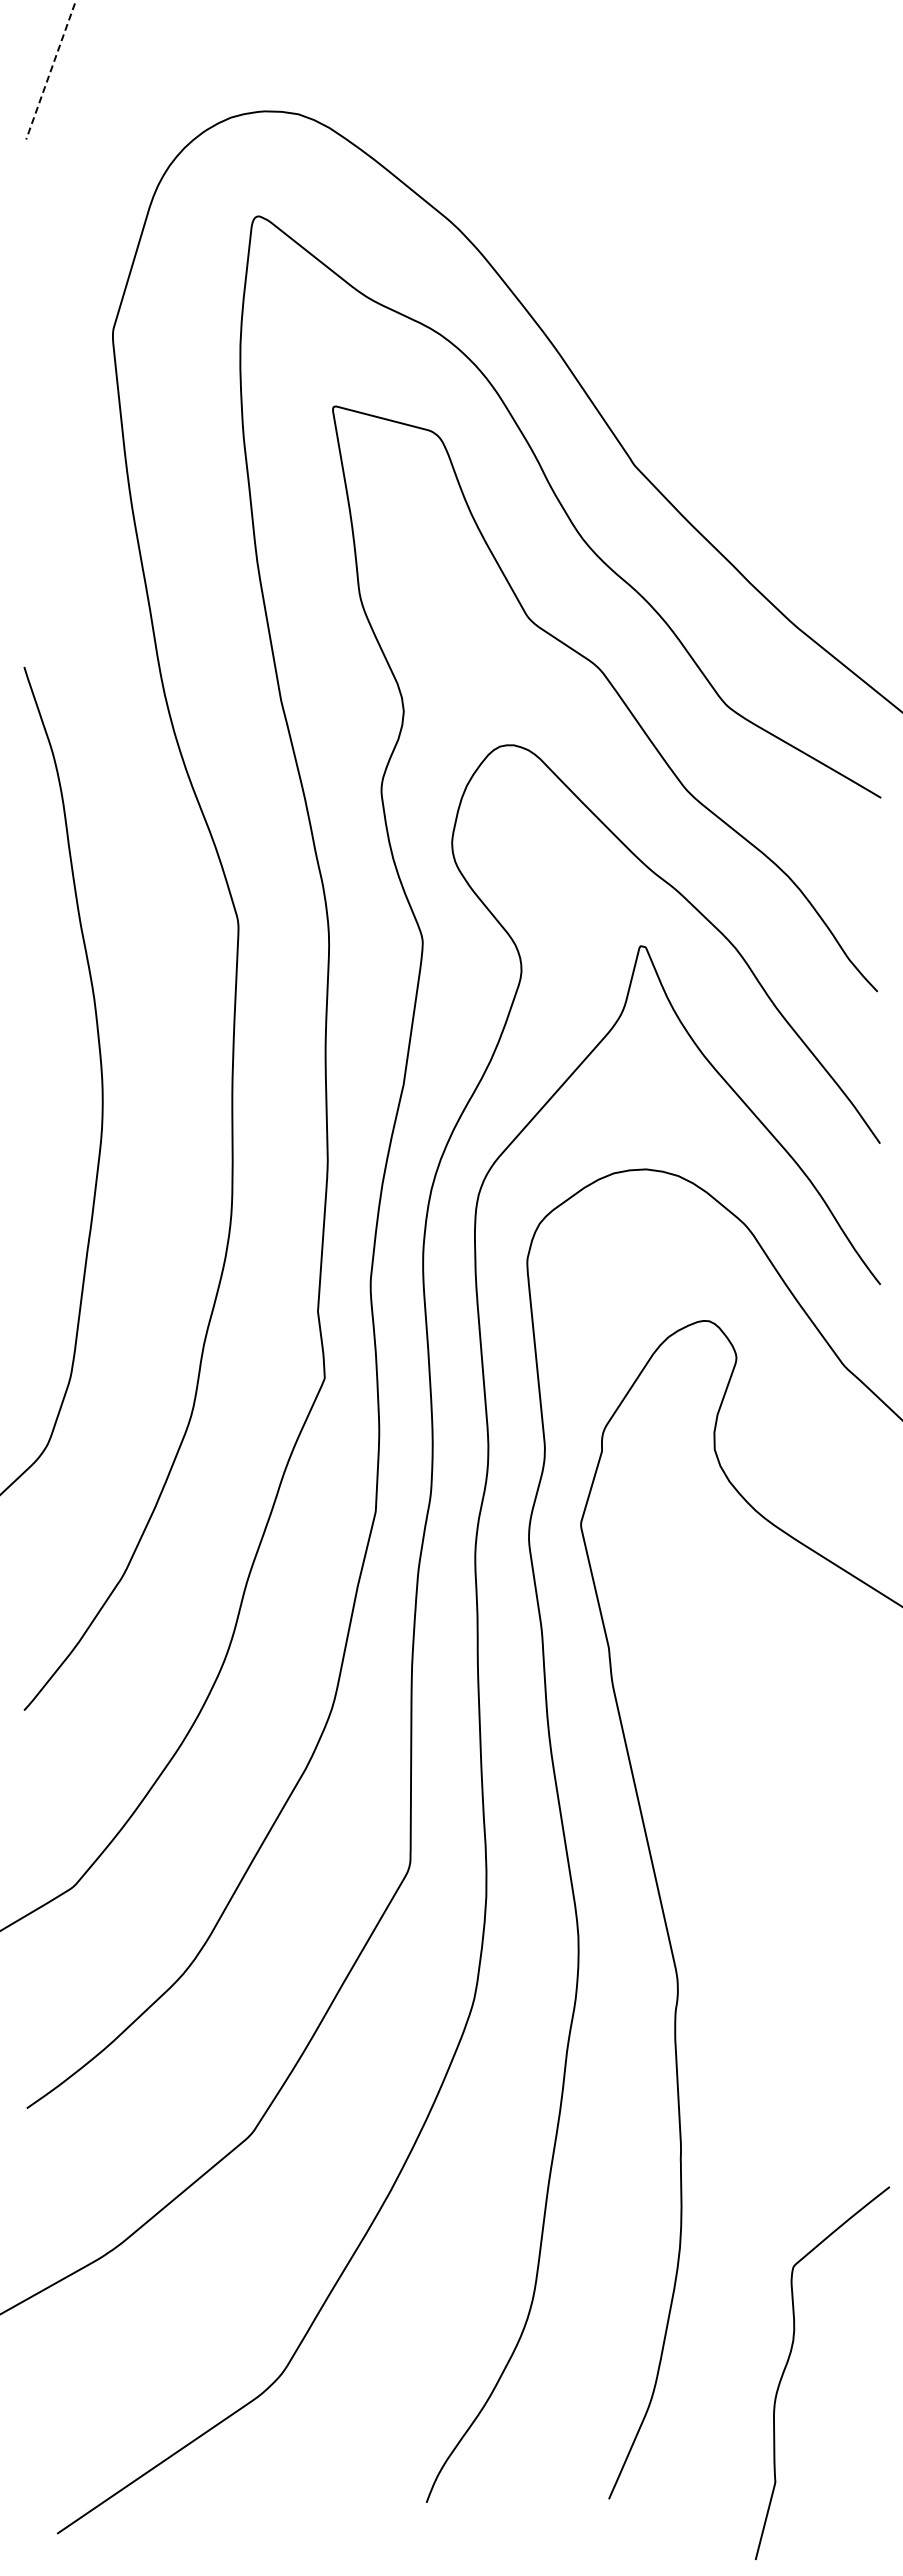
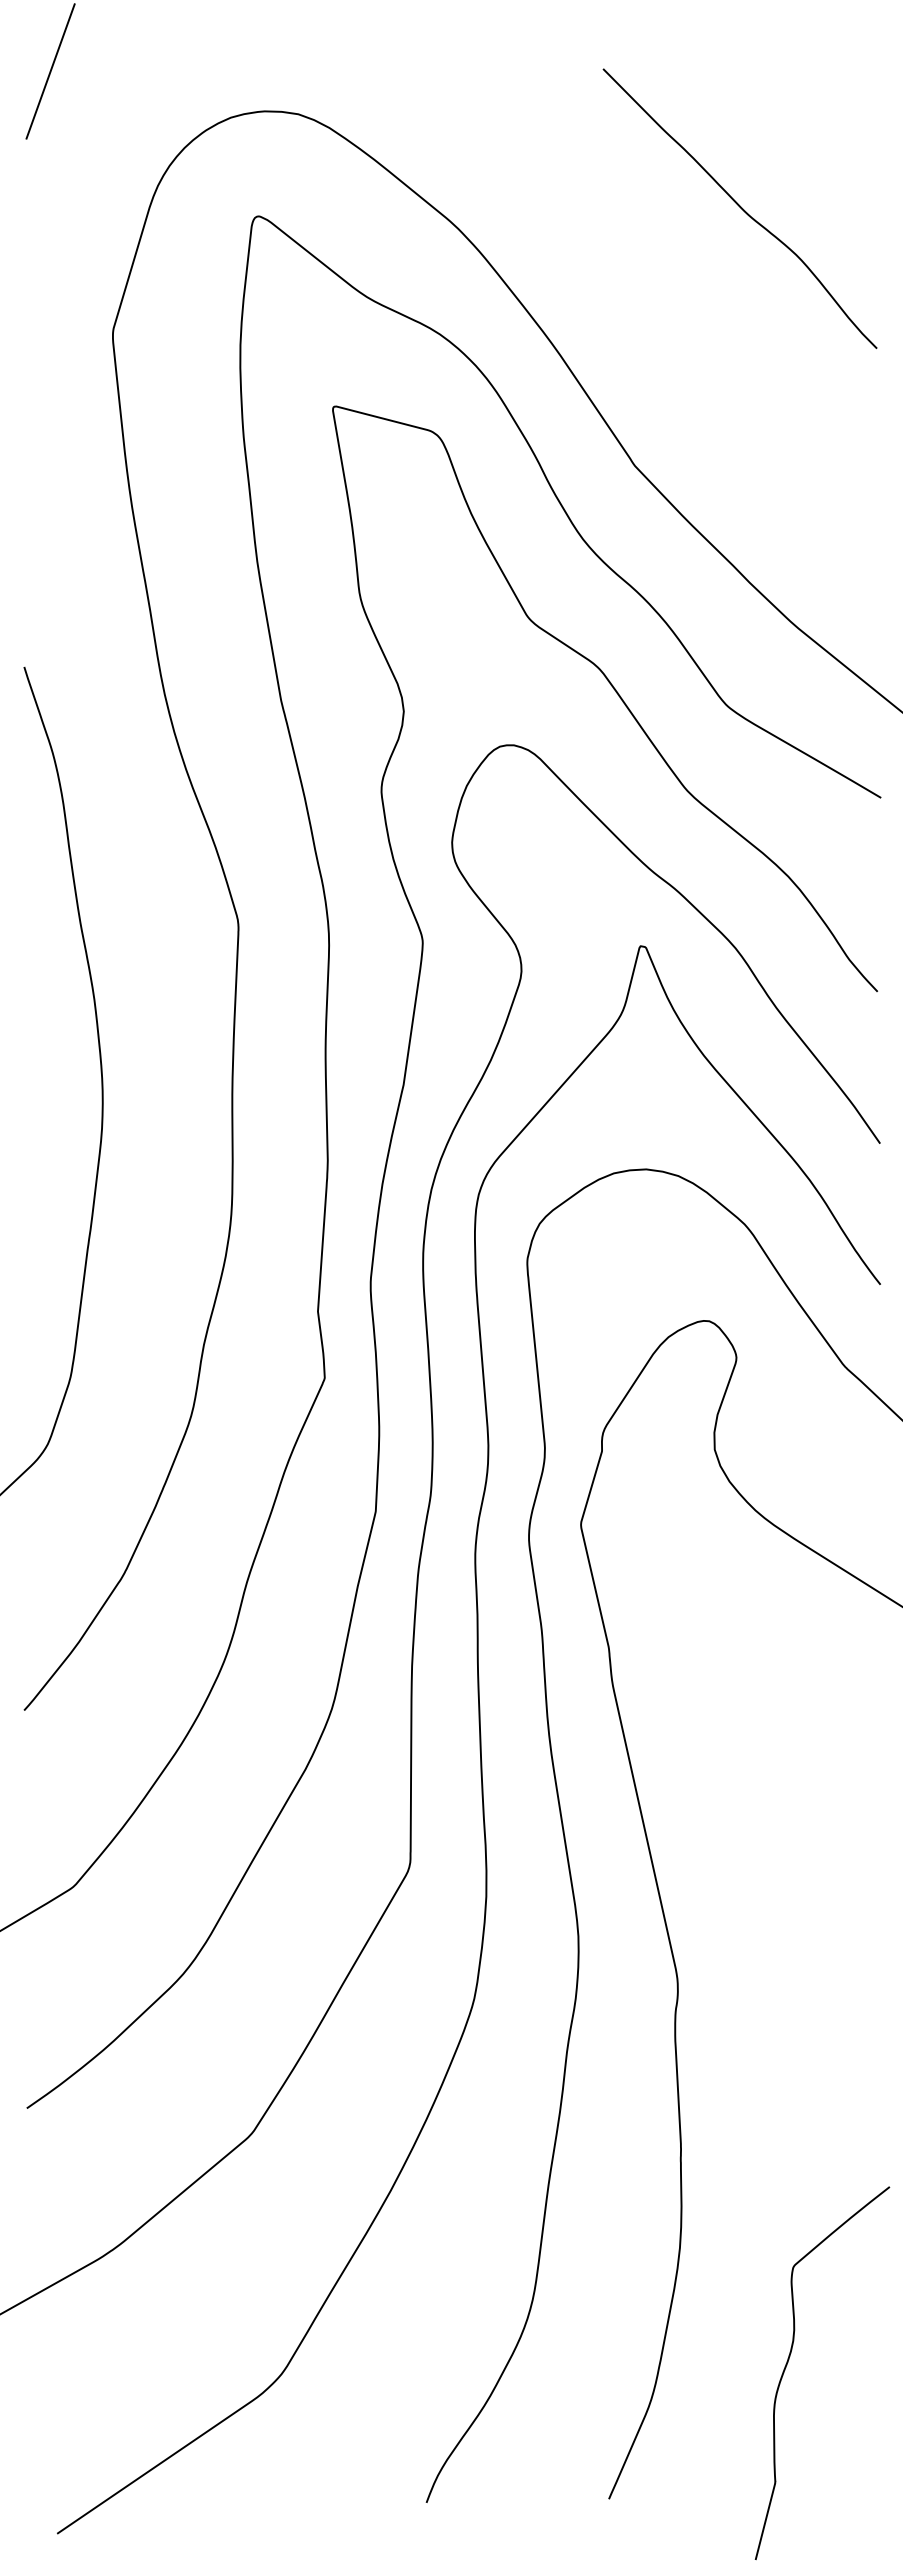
line at (50, 71): dashed -> solid
curve at (739, 207): none -> present
